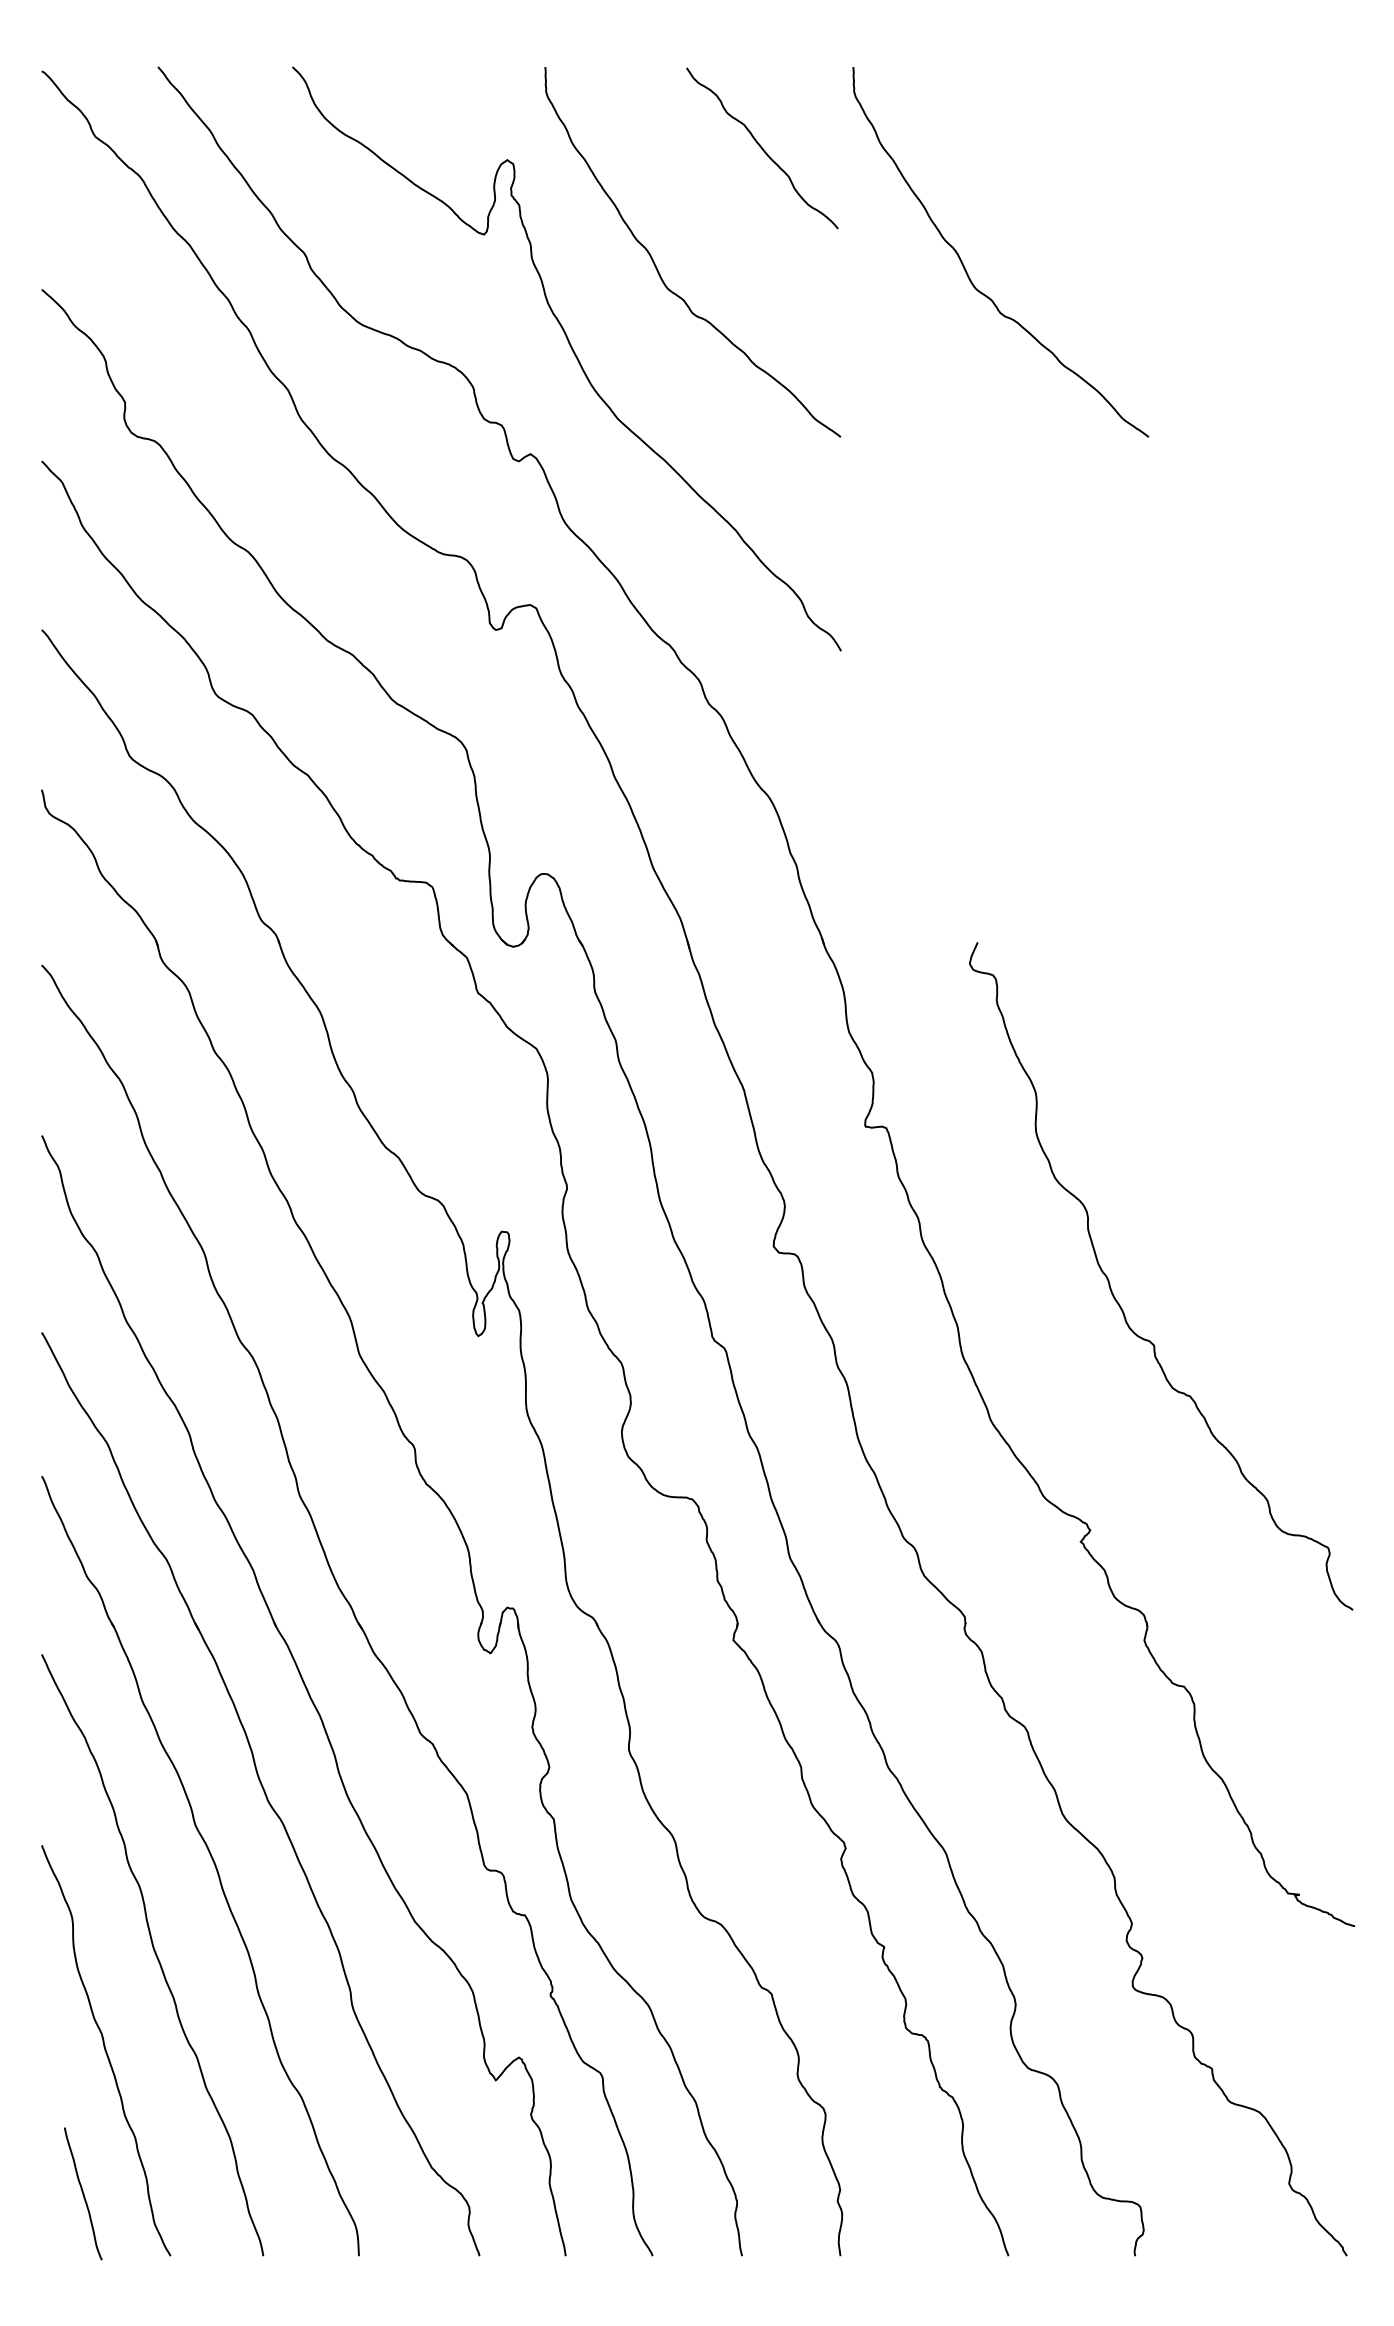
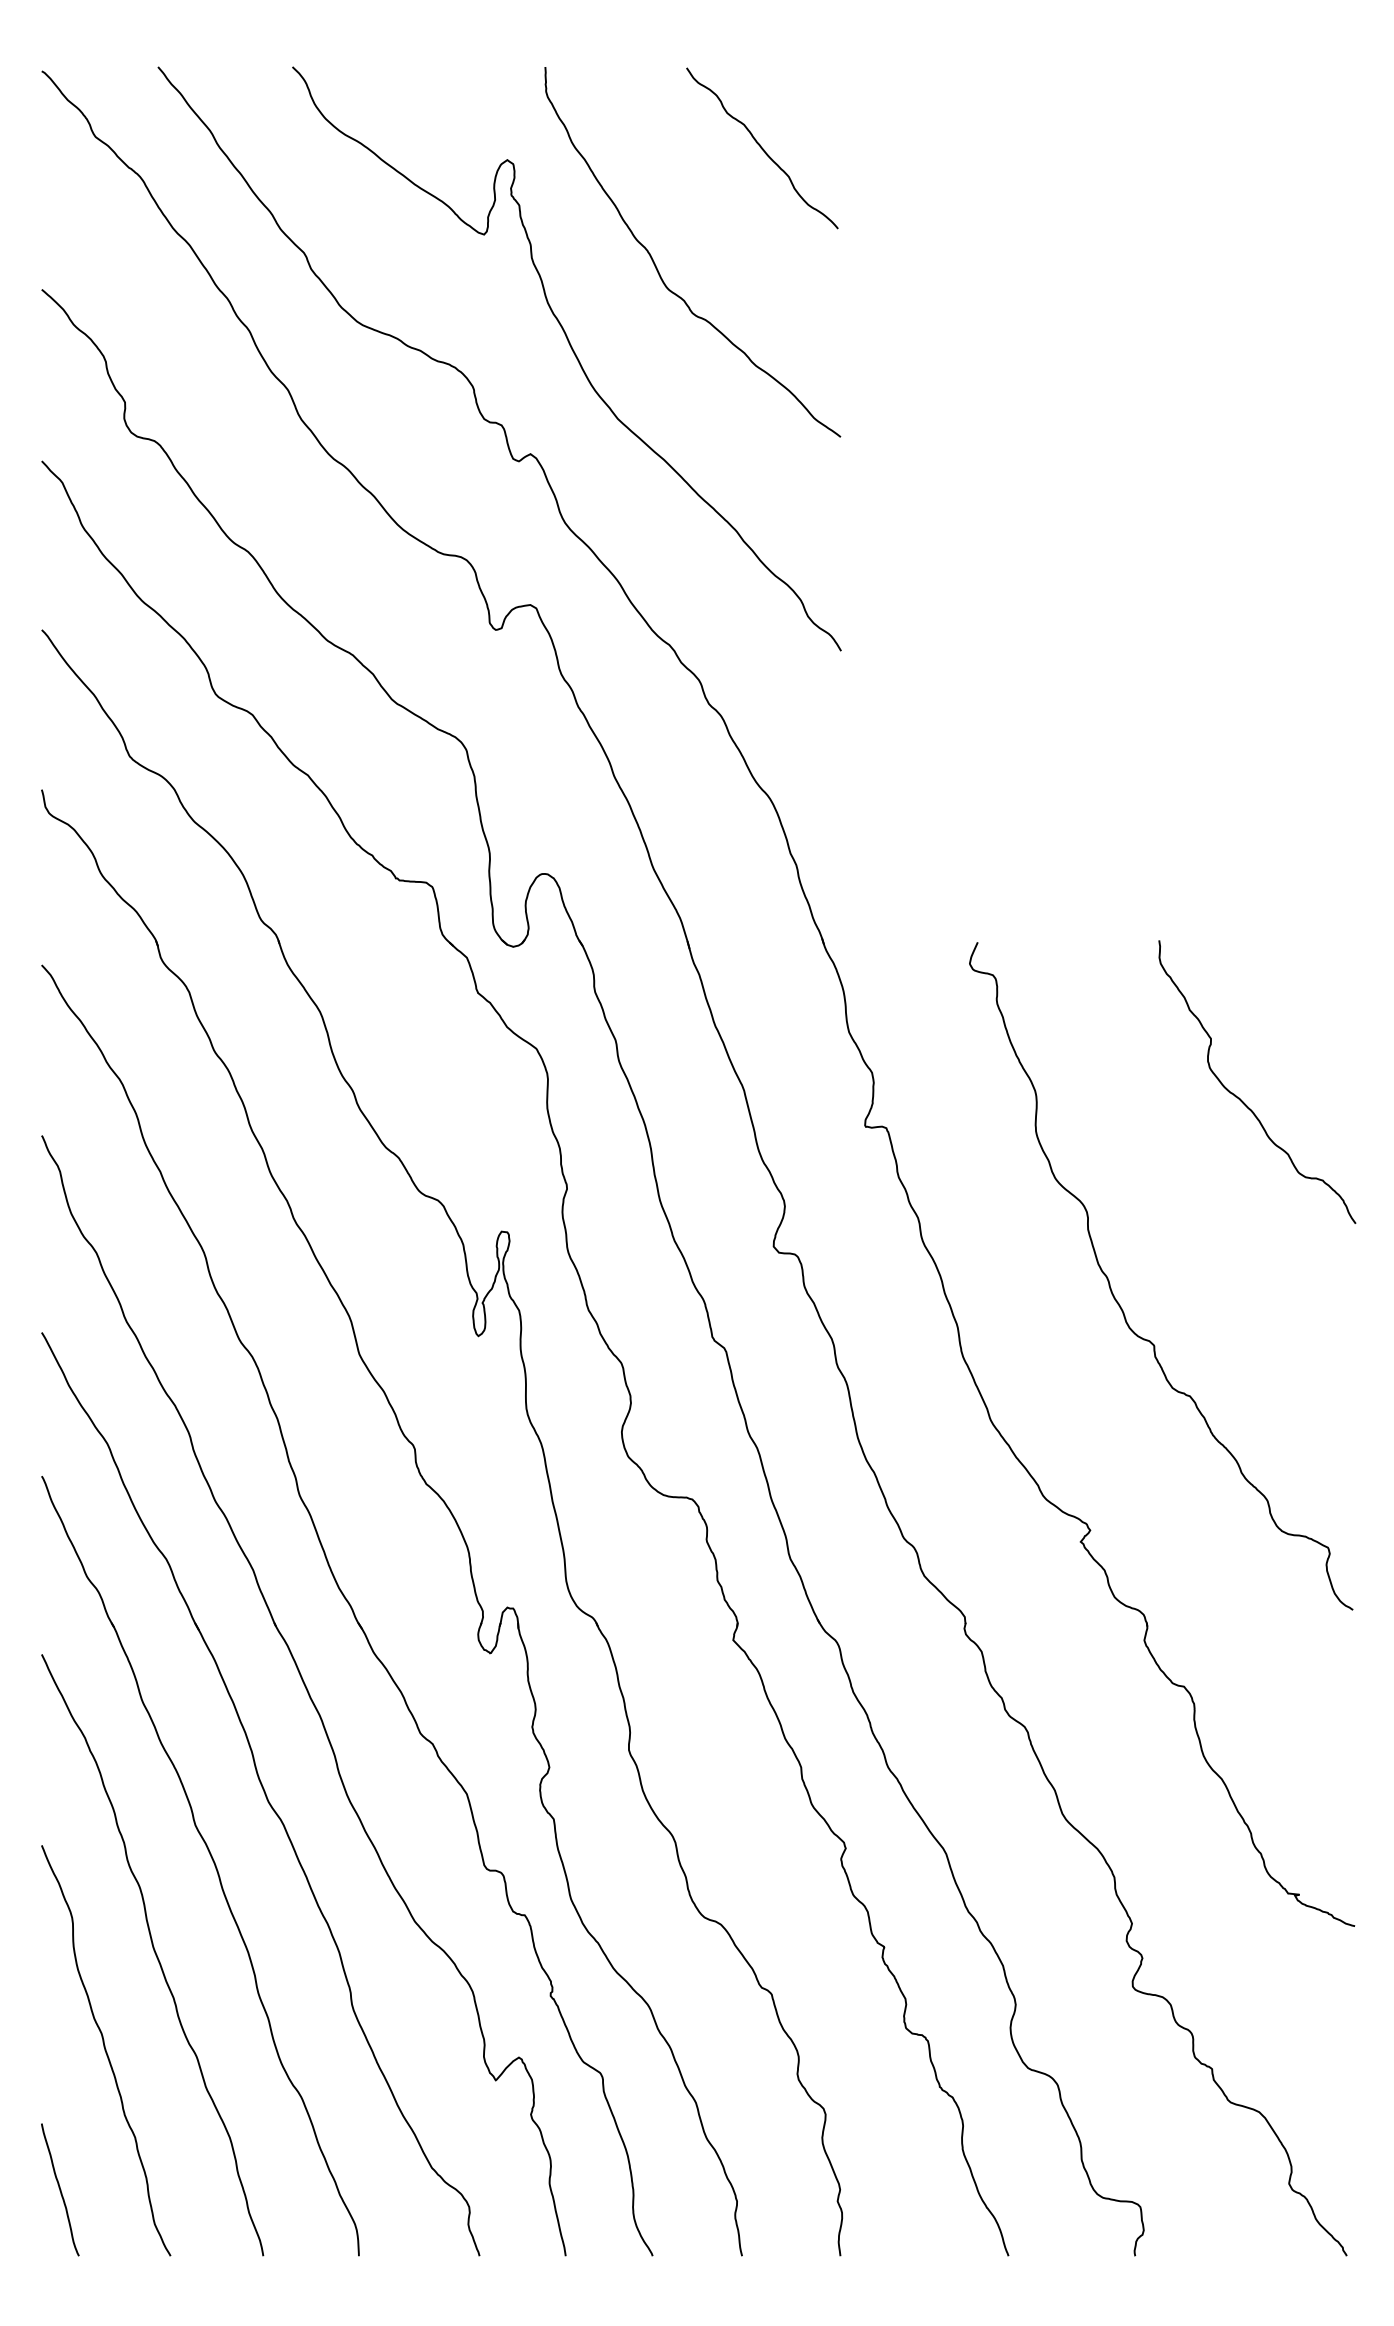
curve at (966, 269): present -> none
curve at (1240, 1098): none -> present
curve at (83, 2193) position: (83, 2193) -> (60, 2189)
